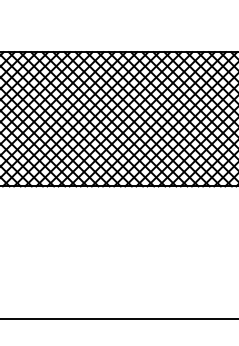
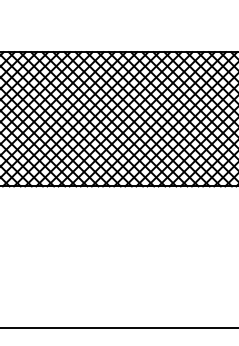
line at (118, 318) position: (118, 318) -> (118, 327)
